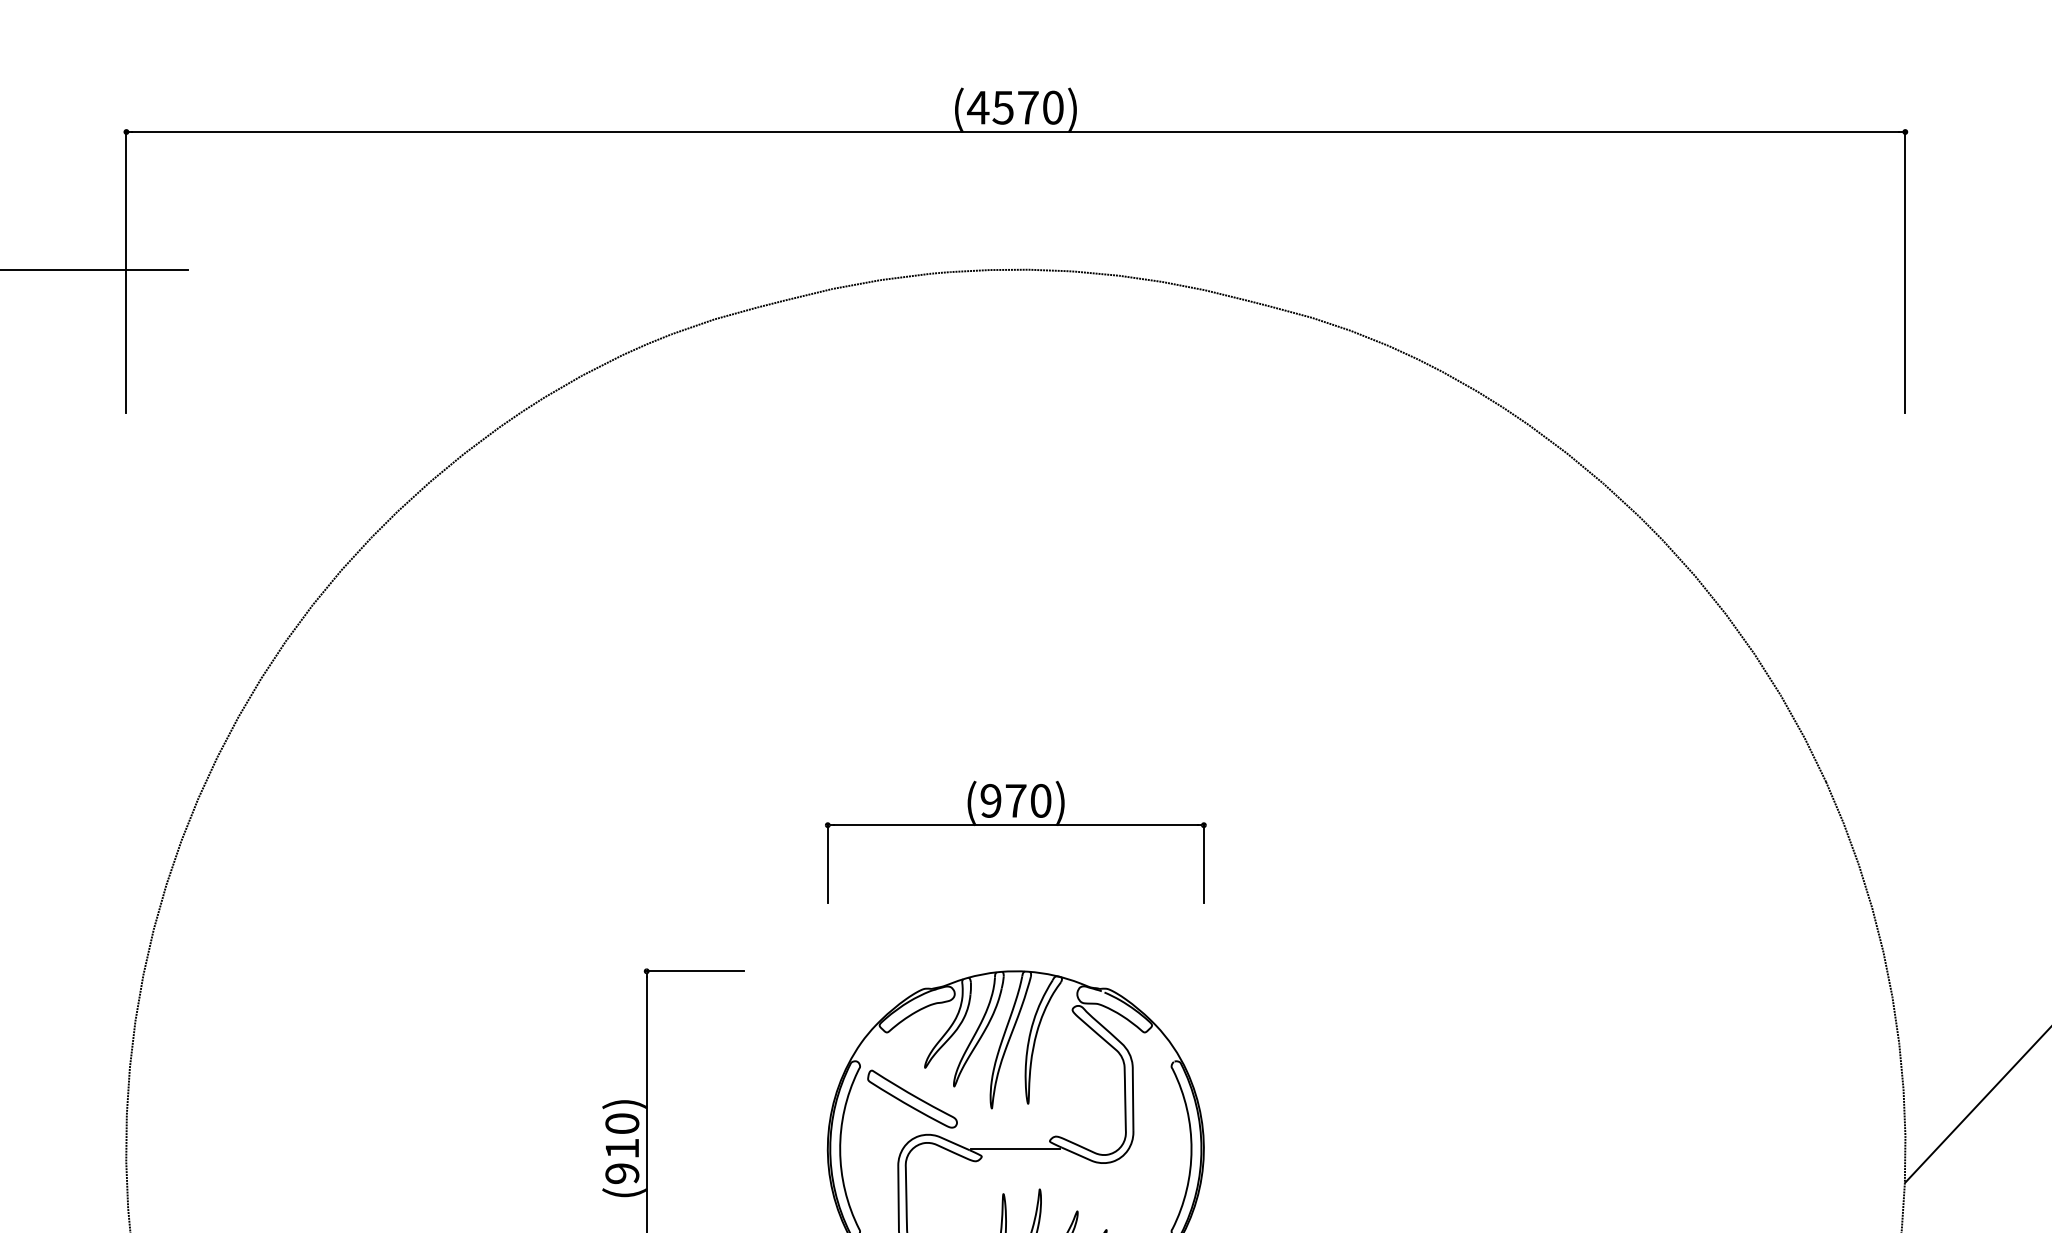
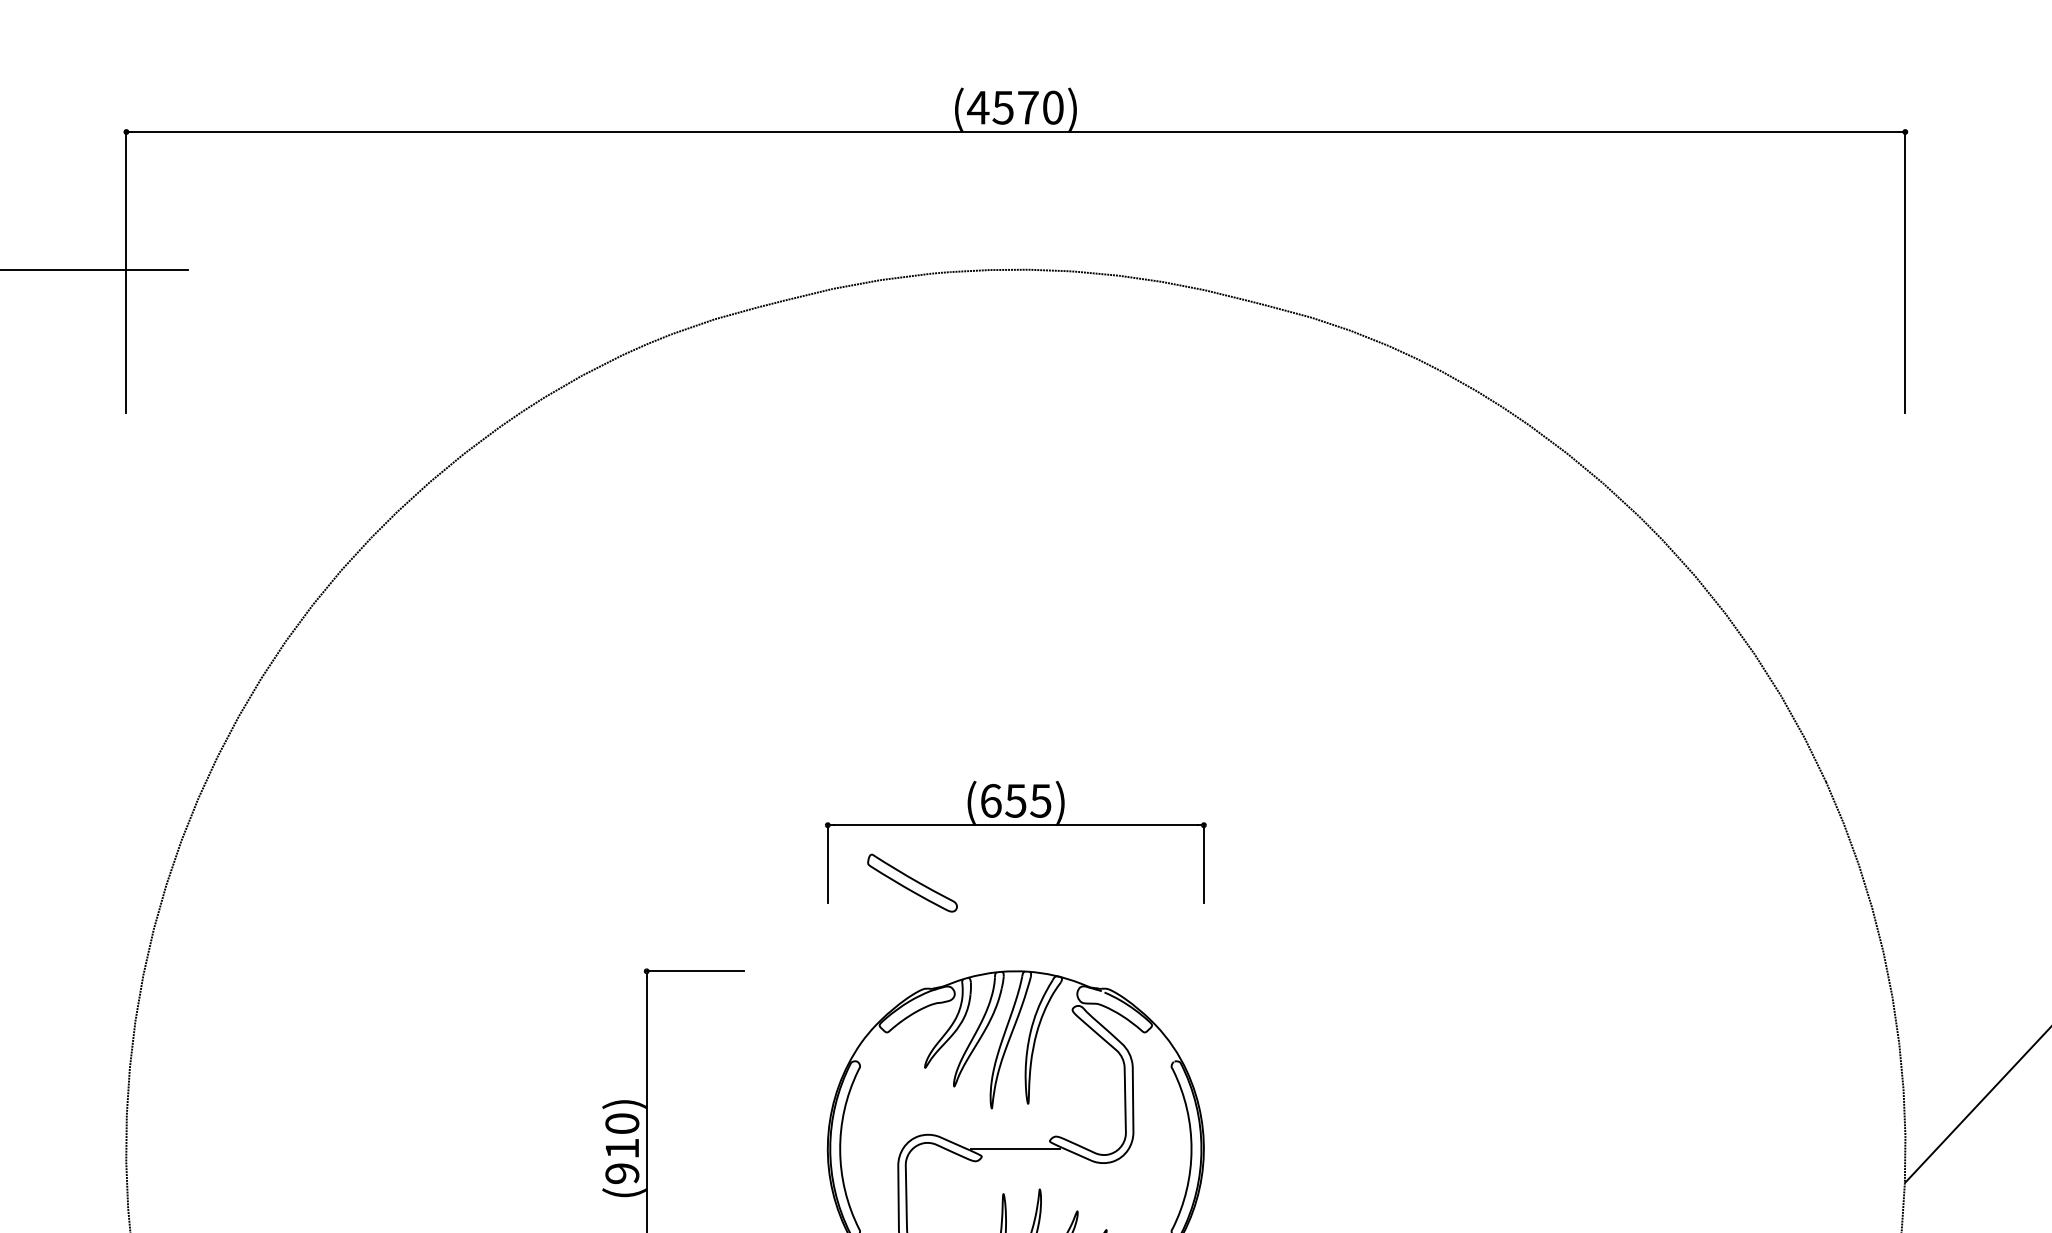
text at (1015, 800): (970) -> (655)
part at (912, 1098) position: (912, 1098) -> (912, 882)
